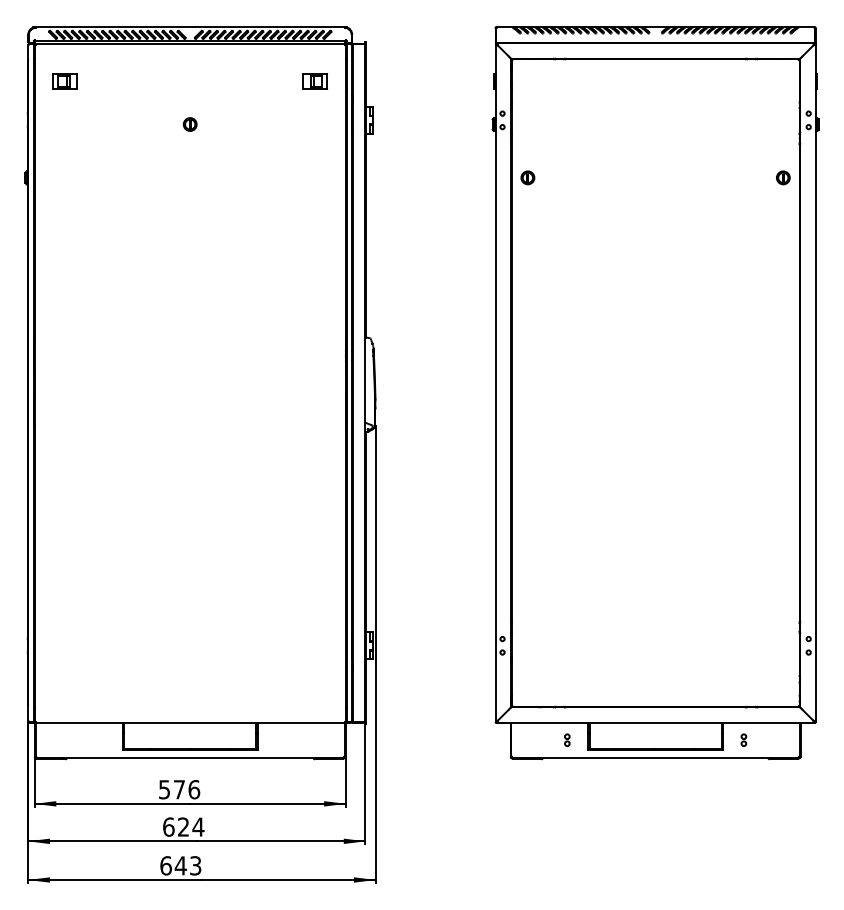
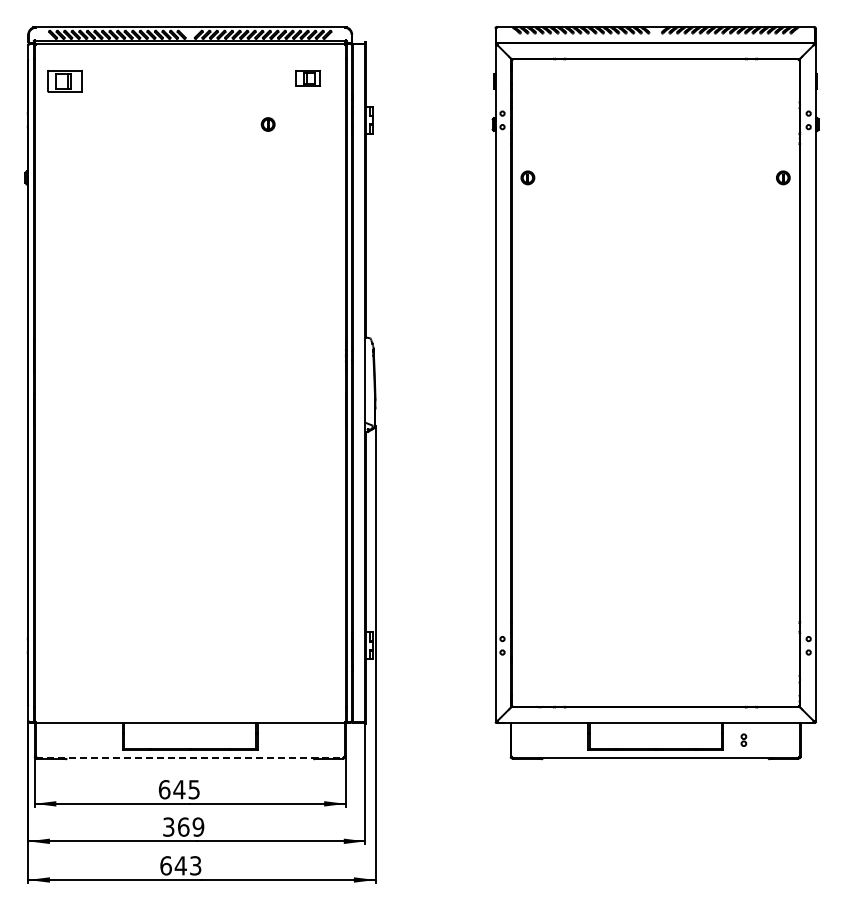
part at (64, 81) size: 26x17 px -> 36x23 px
part at (315, 81) position: (315, 81) -> (308, 78)
part at (189, 124) position: (189, 124) -> (267, 124)
part at (567, 739): present -> none
line at (190, 758): solid -> dashed
text at (179, 789): 576 -> 645
text at (183, 826): 624 -> 369
